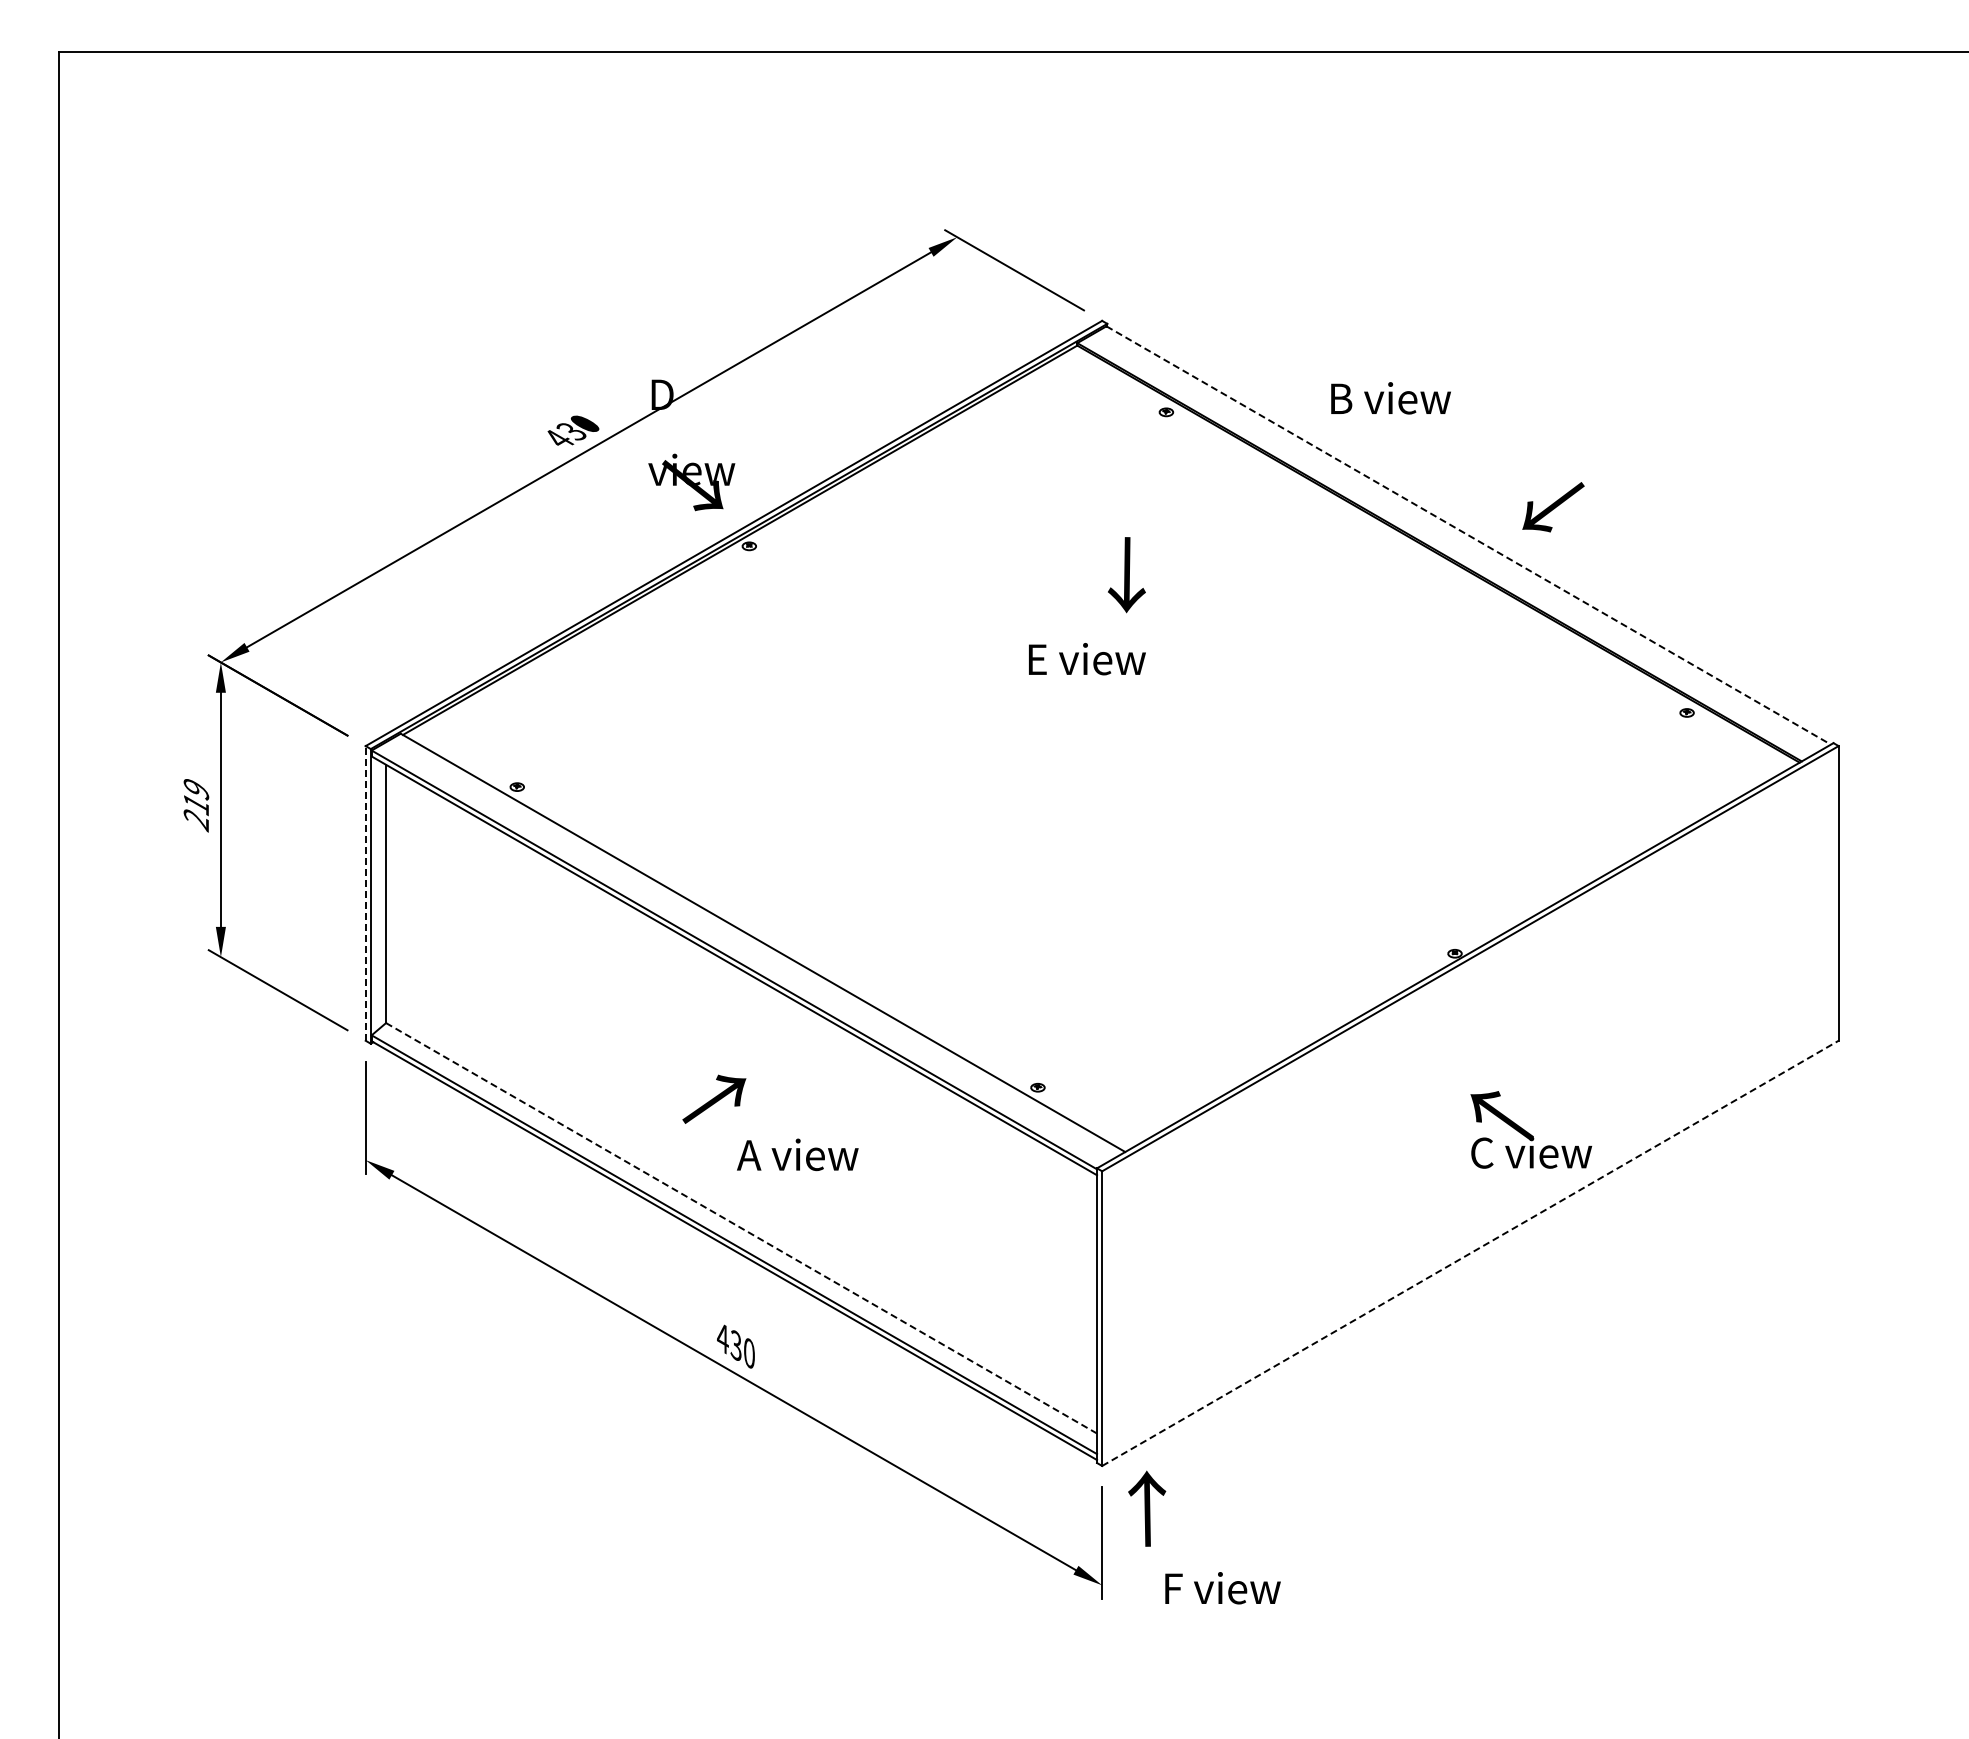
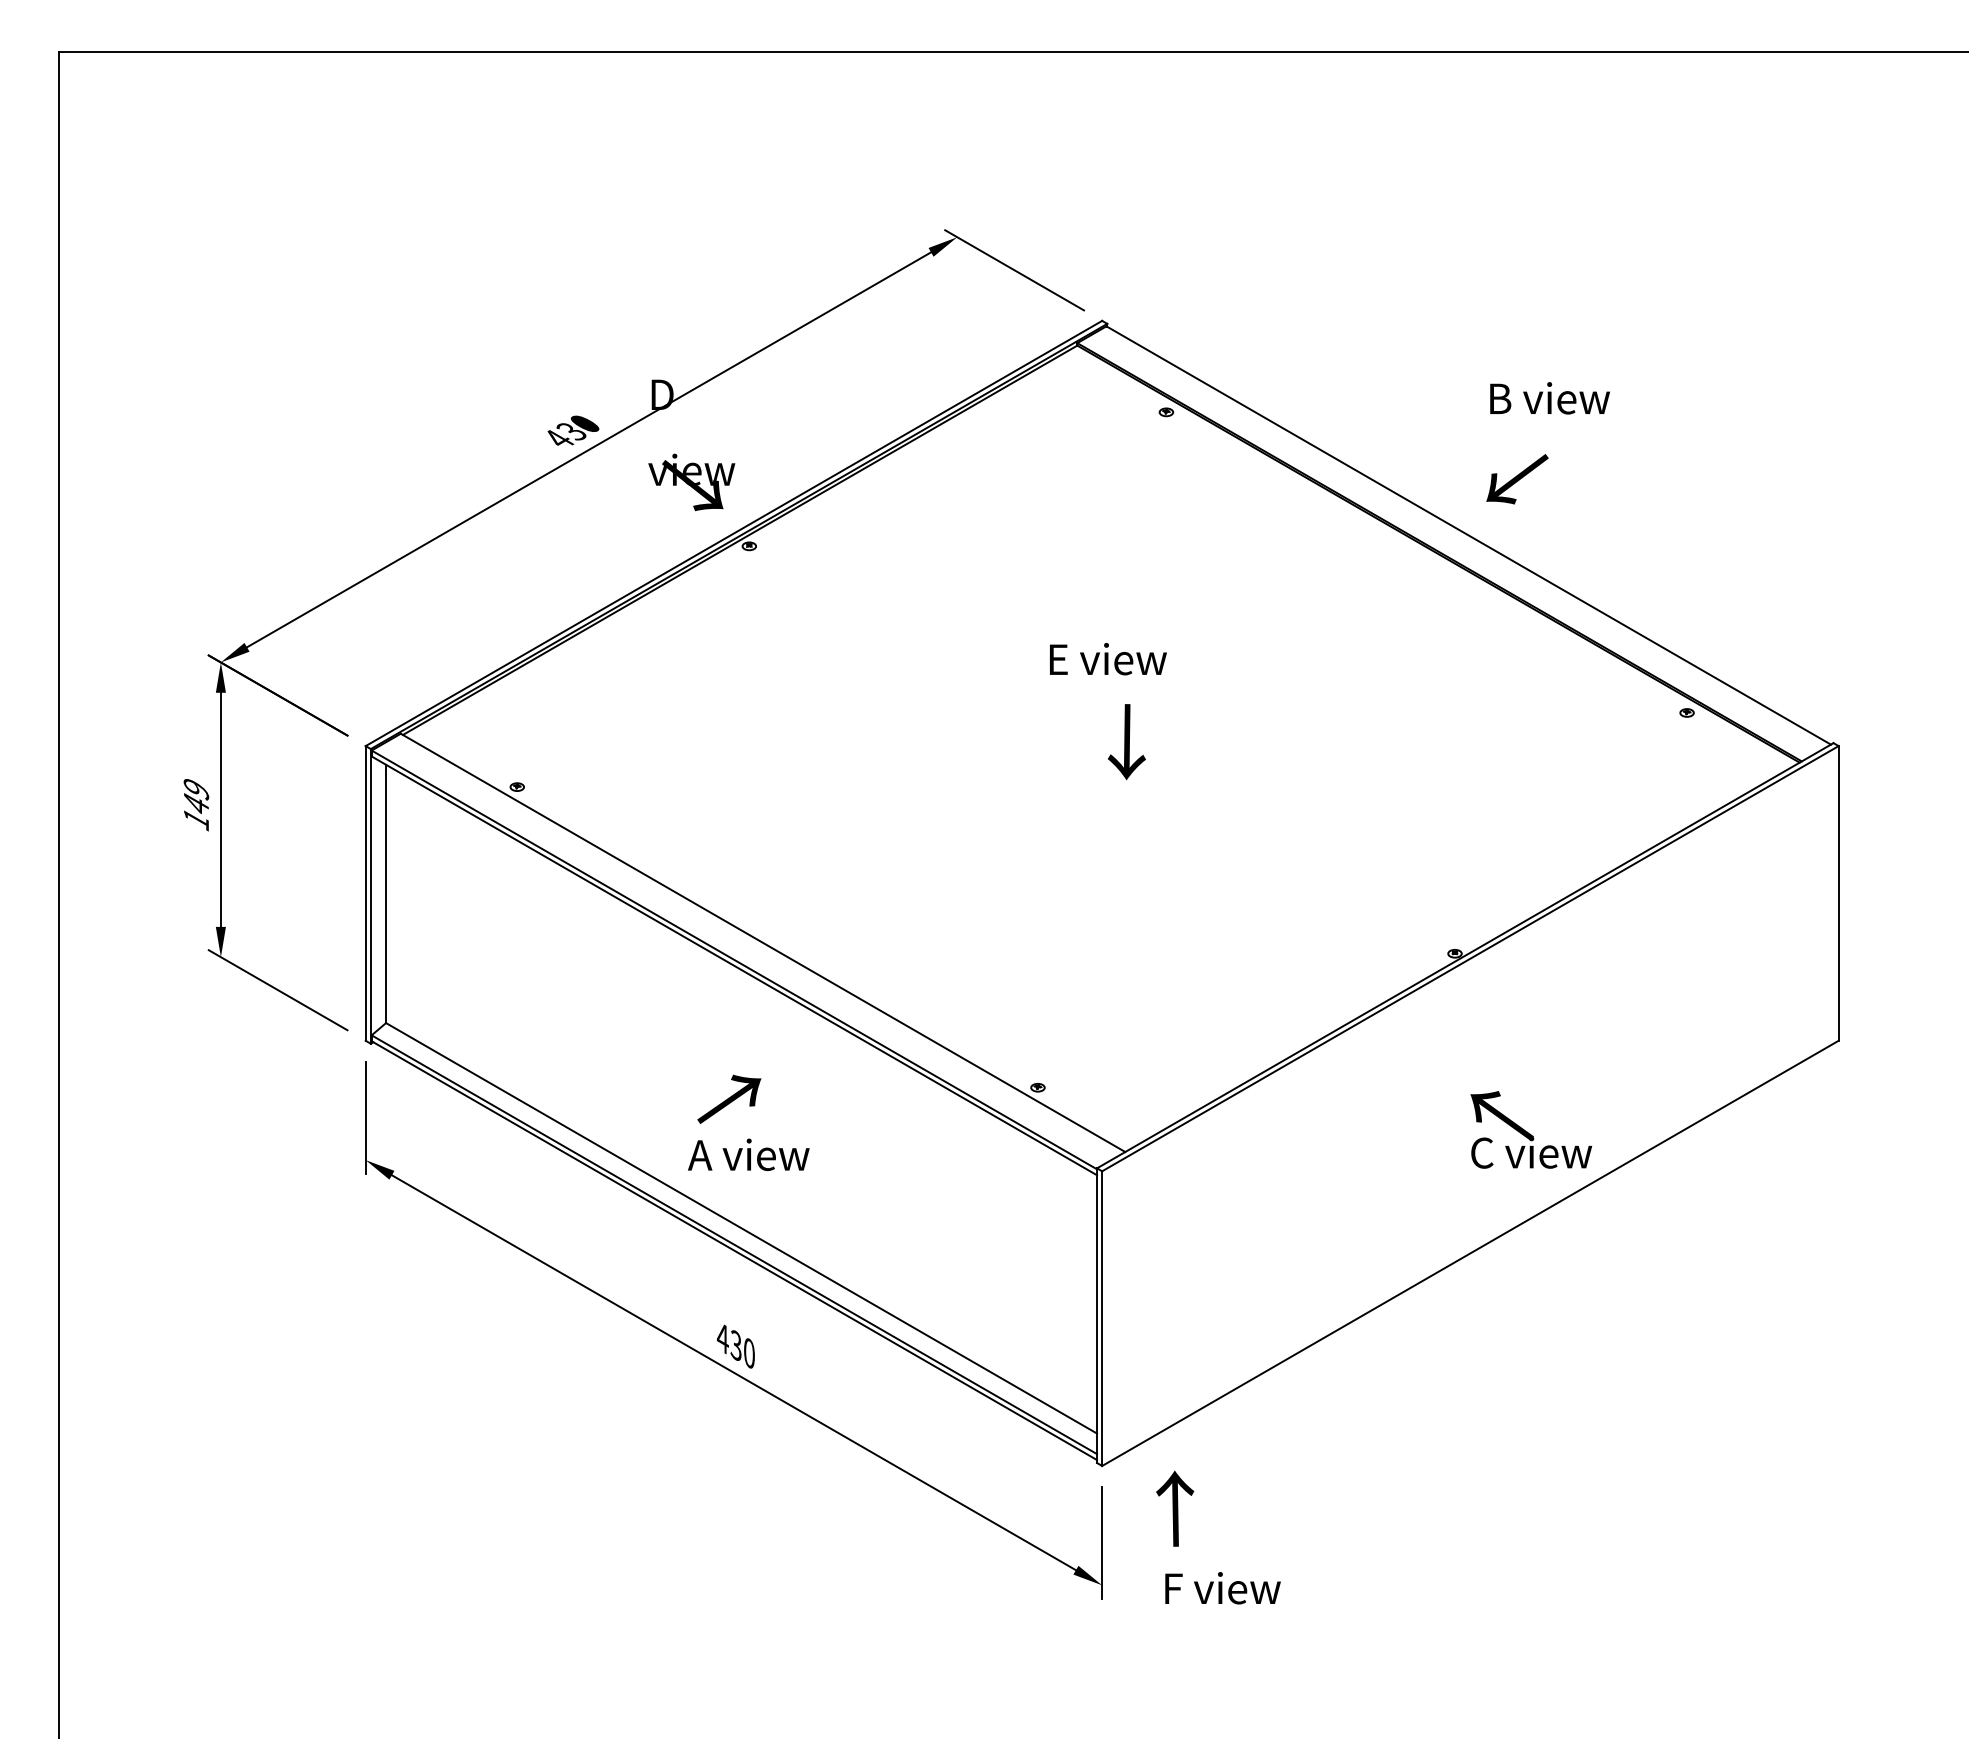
text at (1390, 398) position: (1390, 398) -> (1549, 398)
text at (1553, 507) position: (1553, 507) -> (1517, 479)
line at (1469, 535): dashed -> solid
text at (1126, 575) position: (1126, 575) -> (1126, 742)
text at (1087, 659) position: (1087, 659) -> (1108, 659)
text at (195, 812): 219 -> 149
line at (365, 892): dashed -> solid
text at (714, 1098) position: (714, 1098) -> (729, 1098)
text at (797, 1154) position: (797, 1154) -> (748, 1154)
line at (741, 1228): dashed -> solid
line at (1470, 1253): dashed -> solid
text at (1147, 1508) position: (1147, 1508) -> (1175, 1508)
